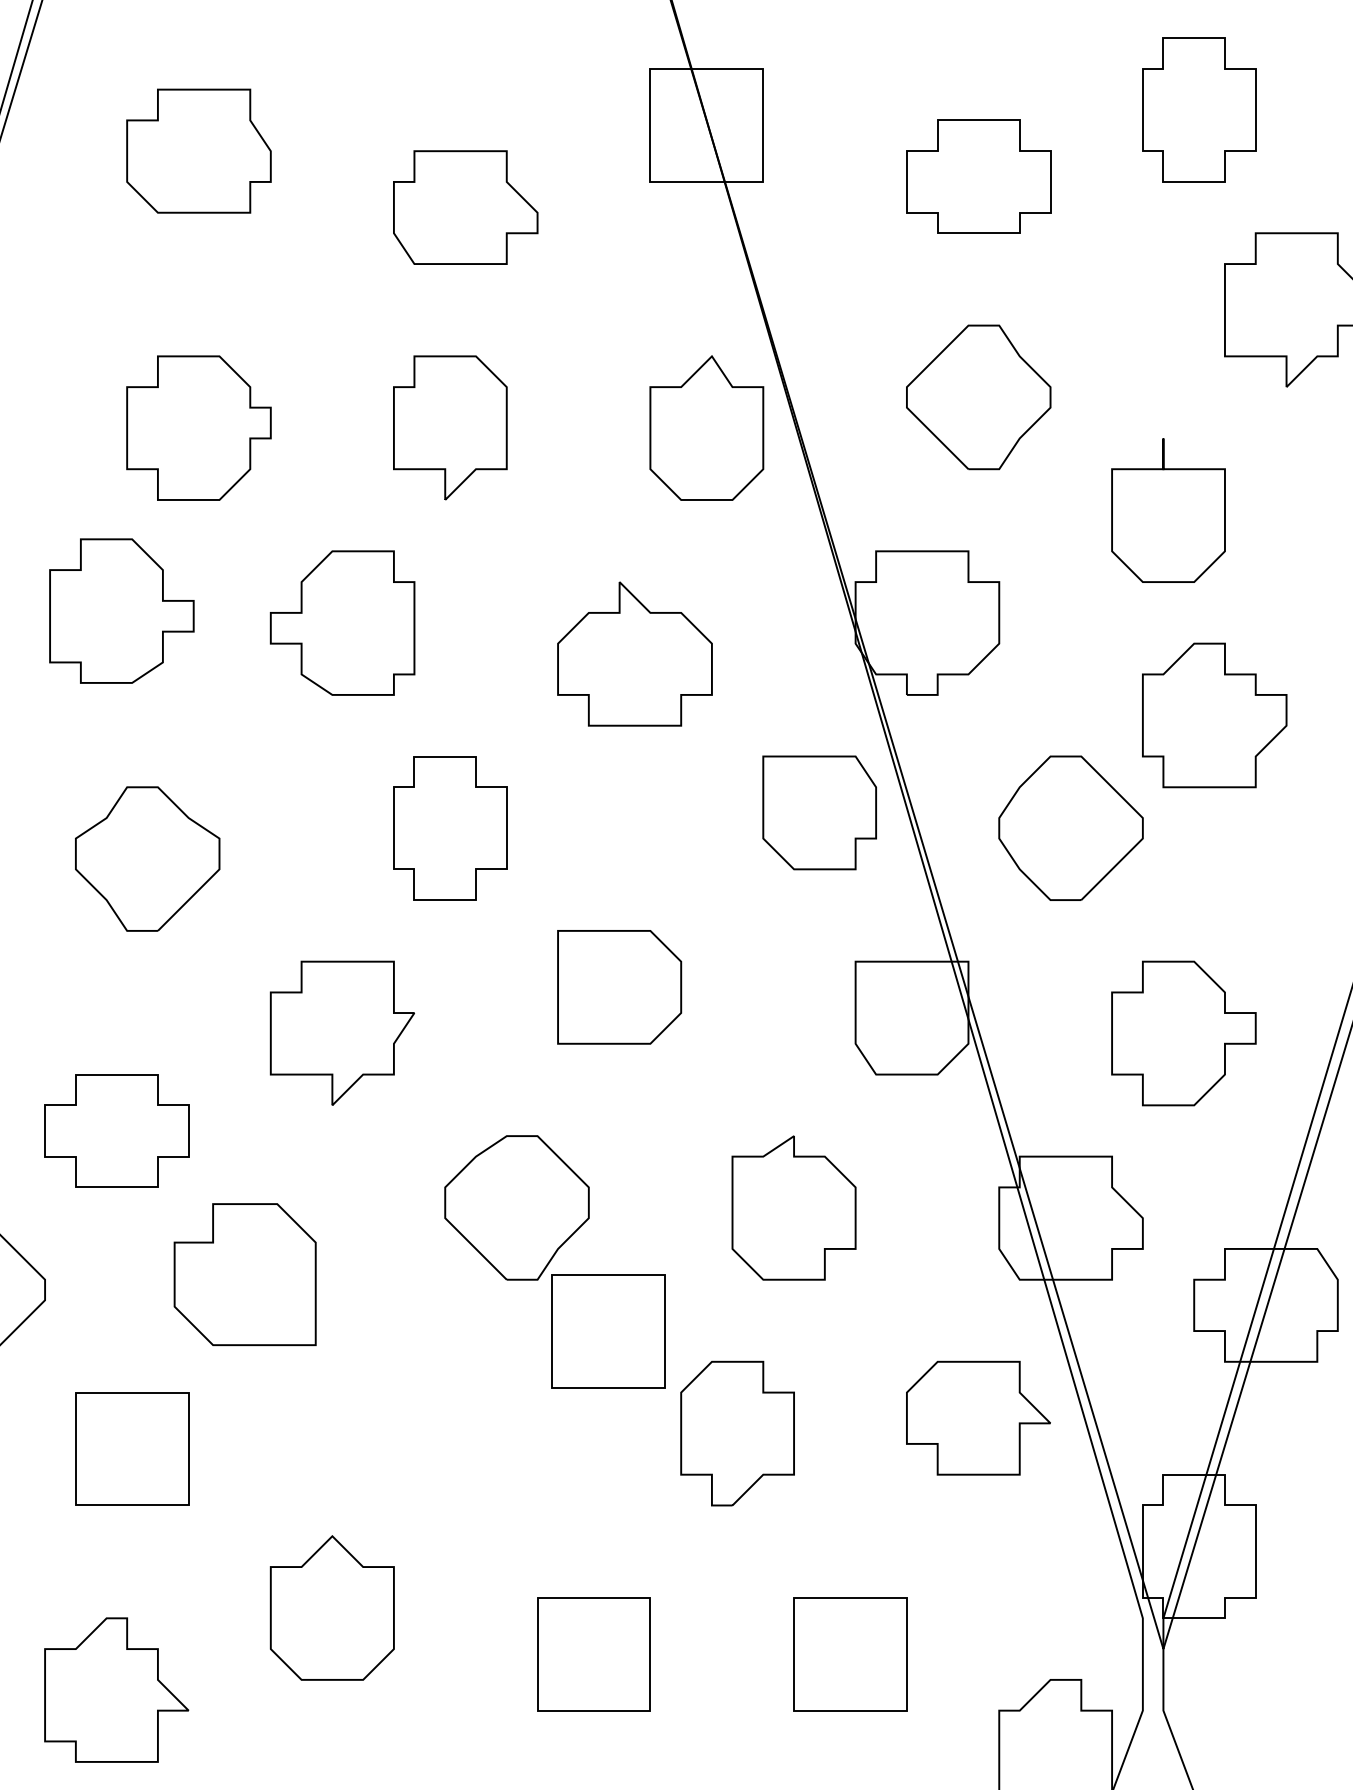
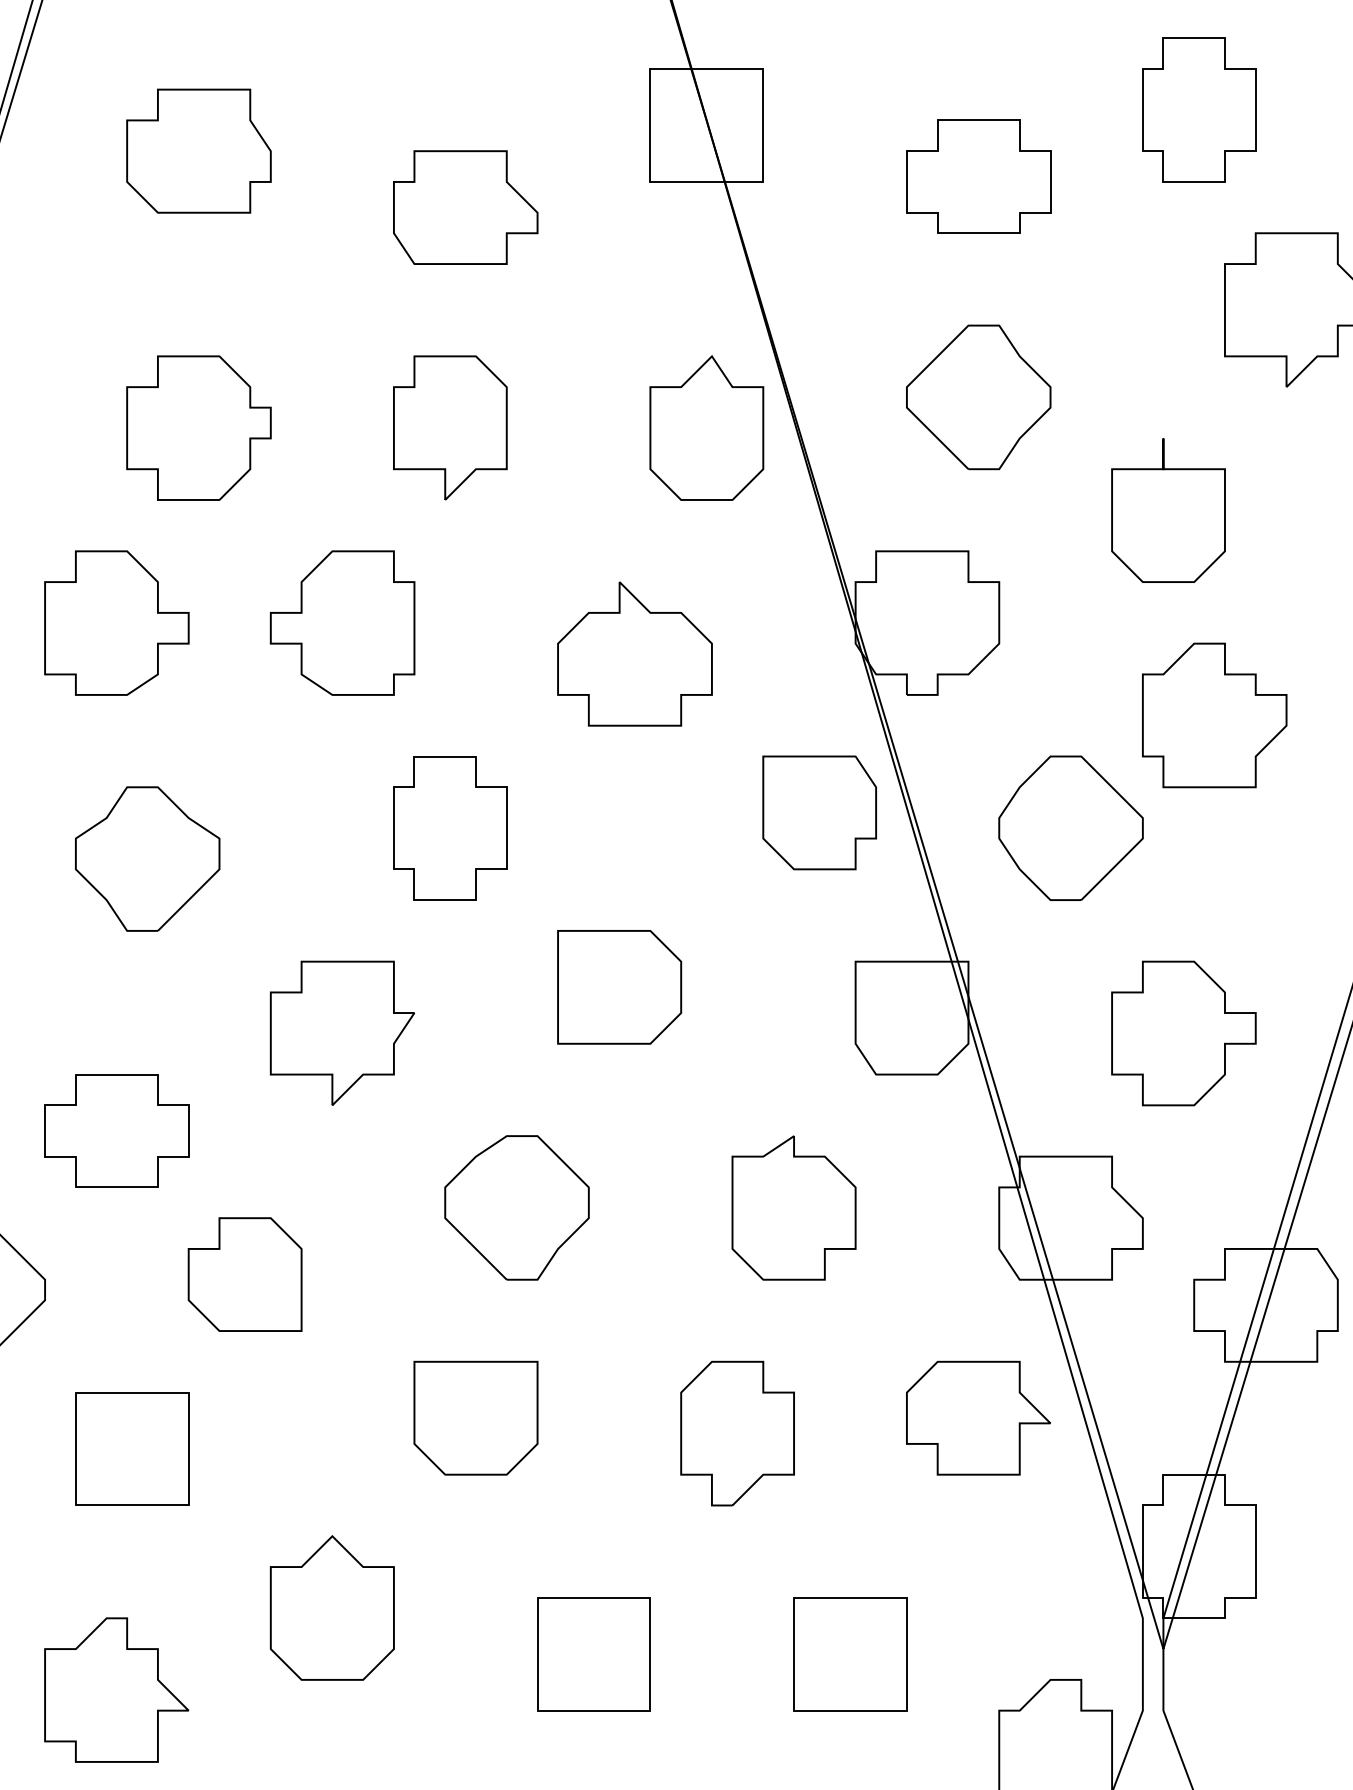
part at (121, 610) position: (121, 610) -> (116, 622)
part at (244, 1274) size: 144x144 px -> 116x115 px
part at (608, 1331): present -> none
part at (475, 1417): none -> present
